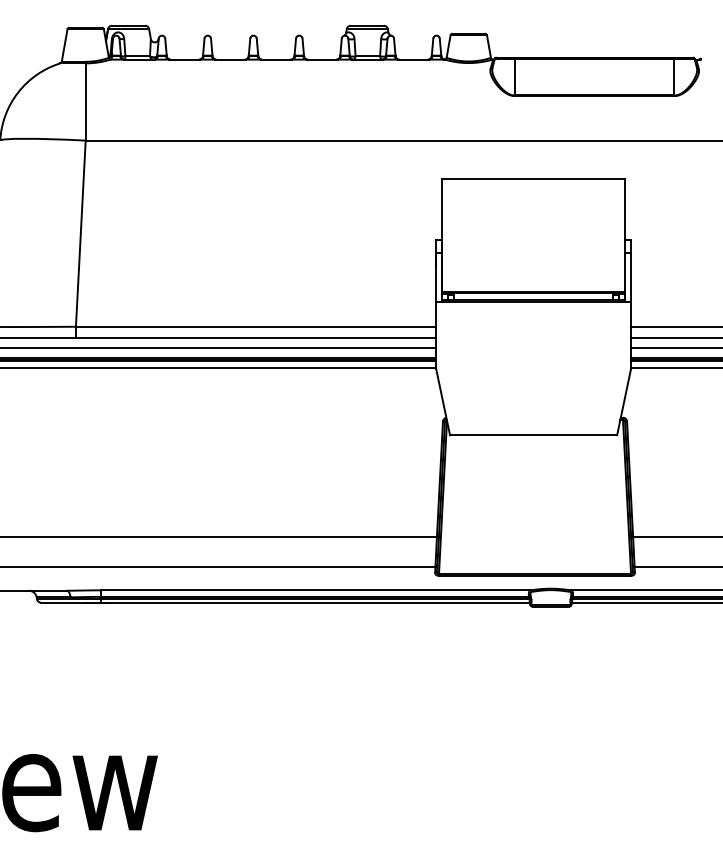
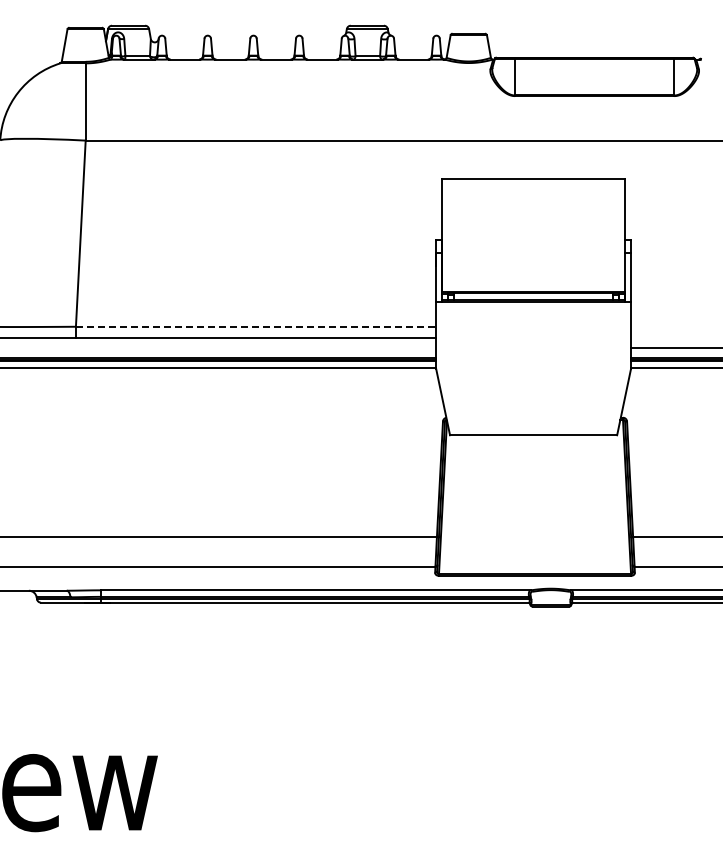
line at (256, 326): solid -> dashed
line at (675, 326): present -> none
line at (675, 338): present -> none
line at (219, 347): present -> none
